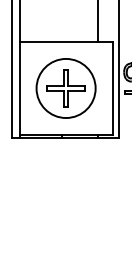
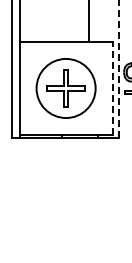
line at (97, 21) position: (97, 21) -> (88, 21)
line at (119, 69): solid -> dashed
line at (112, 88): solid -> dashed
